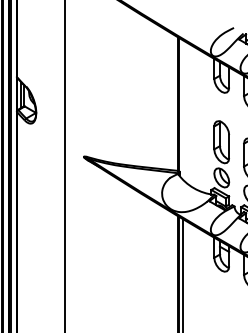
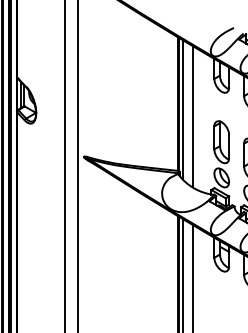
line at (182, 109): none -> present
line at (192, 116): none -> present
line at (77, 165): none -> present
line at (192, 276): none -> present
